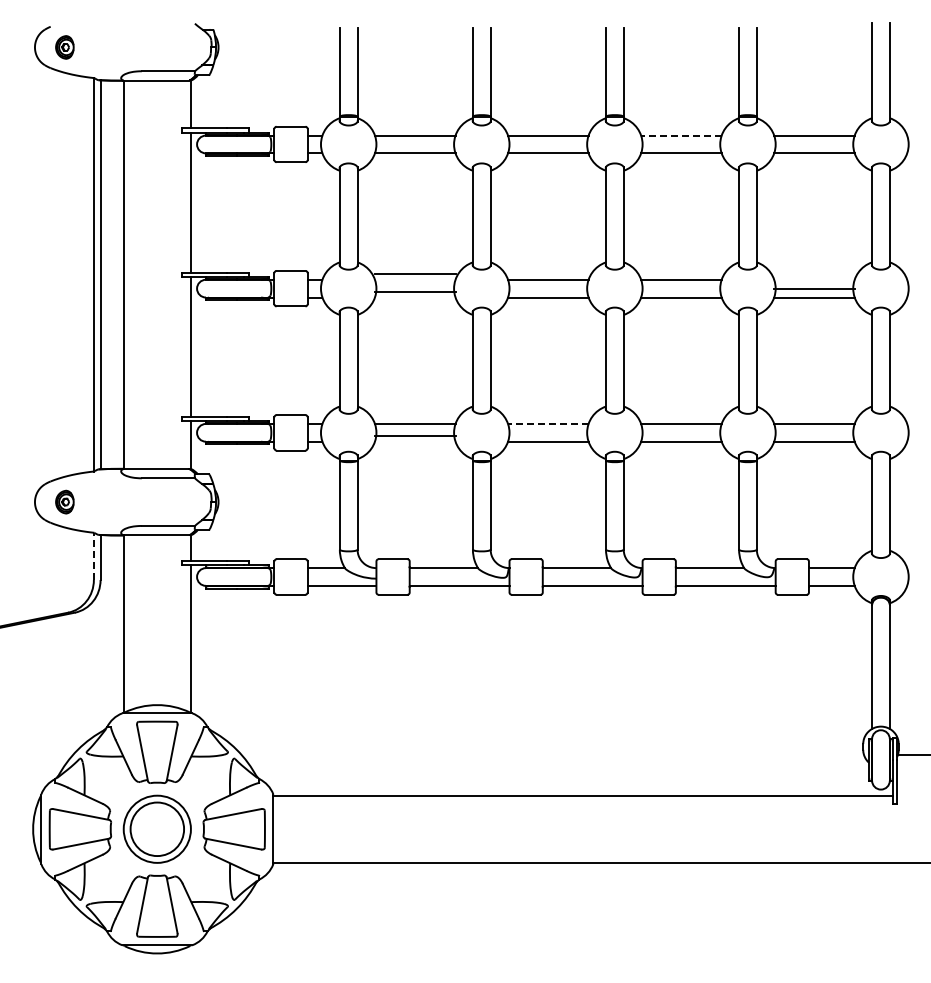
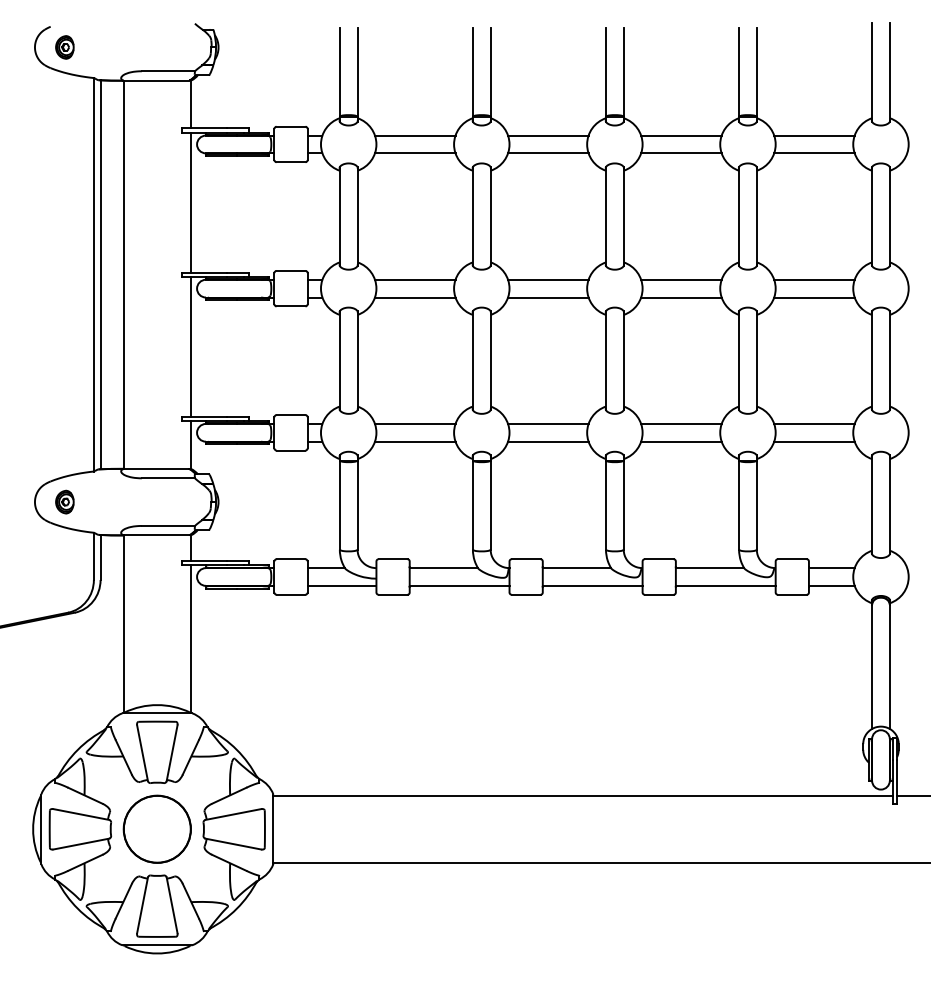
line at (680, 135): dashed -> solid
line at (414, 273) position: (414, 273) -> (414, 279)
line at (814, 288) position: (814, 288) -> (814, 279)
line at (414, 291) position: (414, 291) -> (414, 297)
line at (547, 423): dashed -> solid
line at (414, 435) position: (414, 435) -> (414, 441)
line at (93, 556): dashed -> solid
line at (912, 754) position: (912, 754) -> (912, 795)
circle at (157, 829) diameter: 53 px -> 67 px
